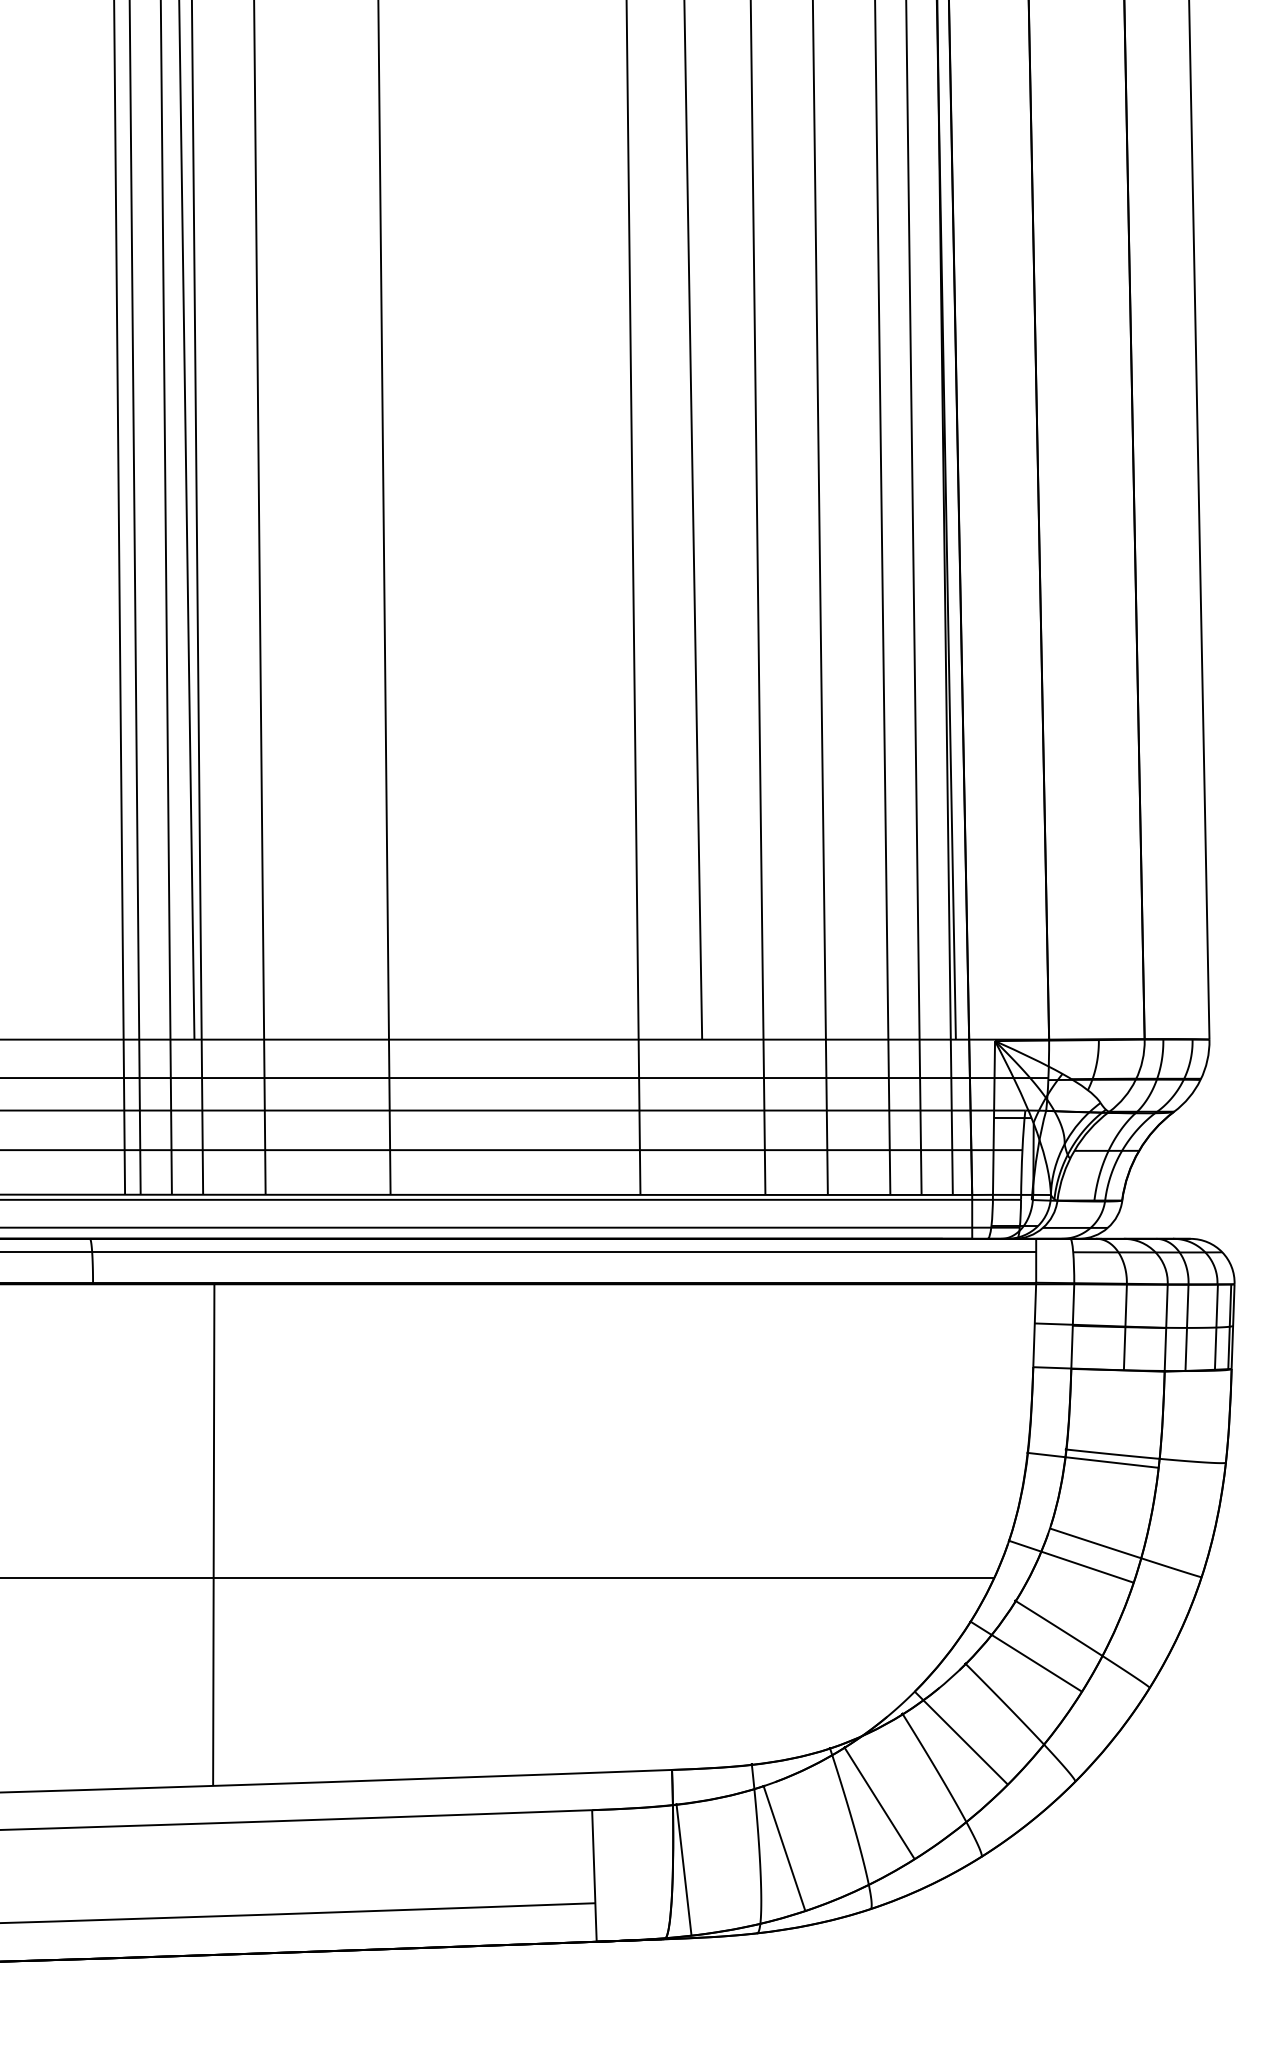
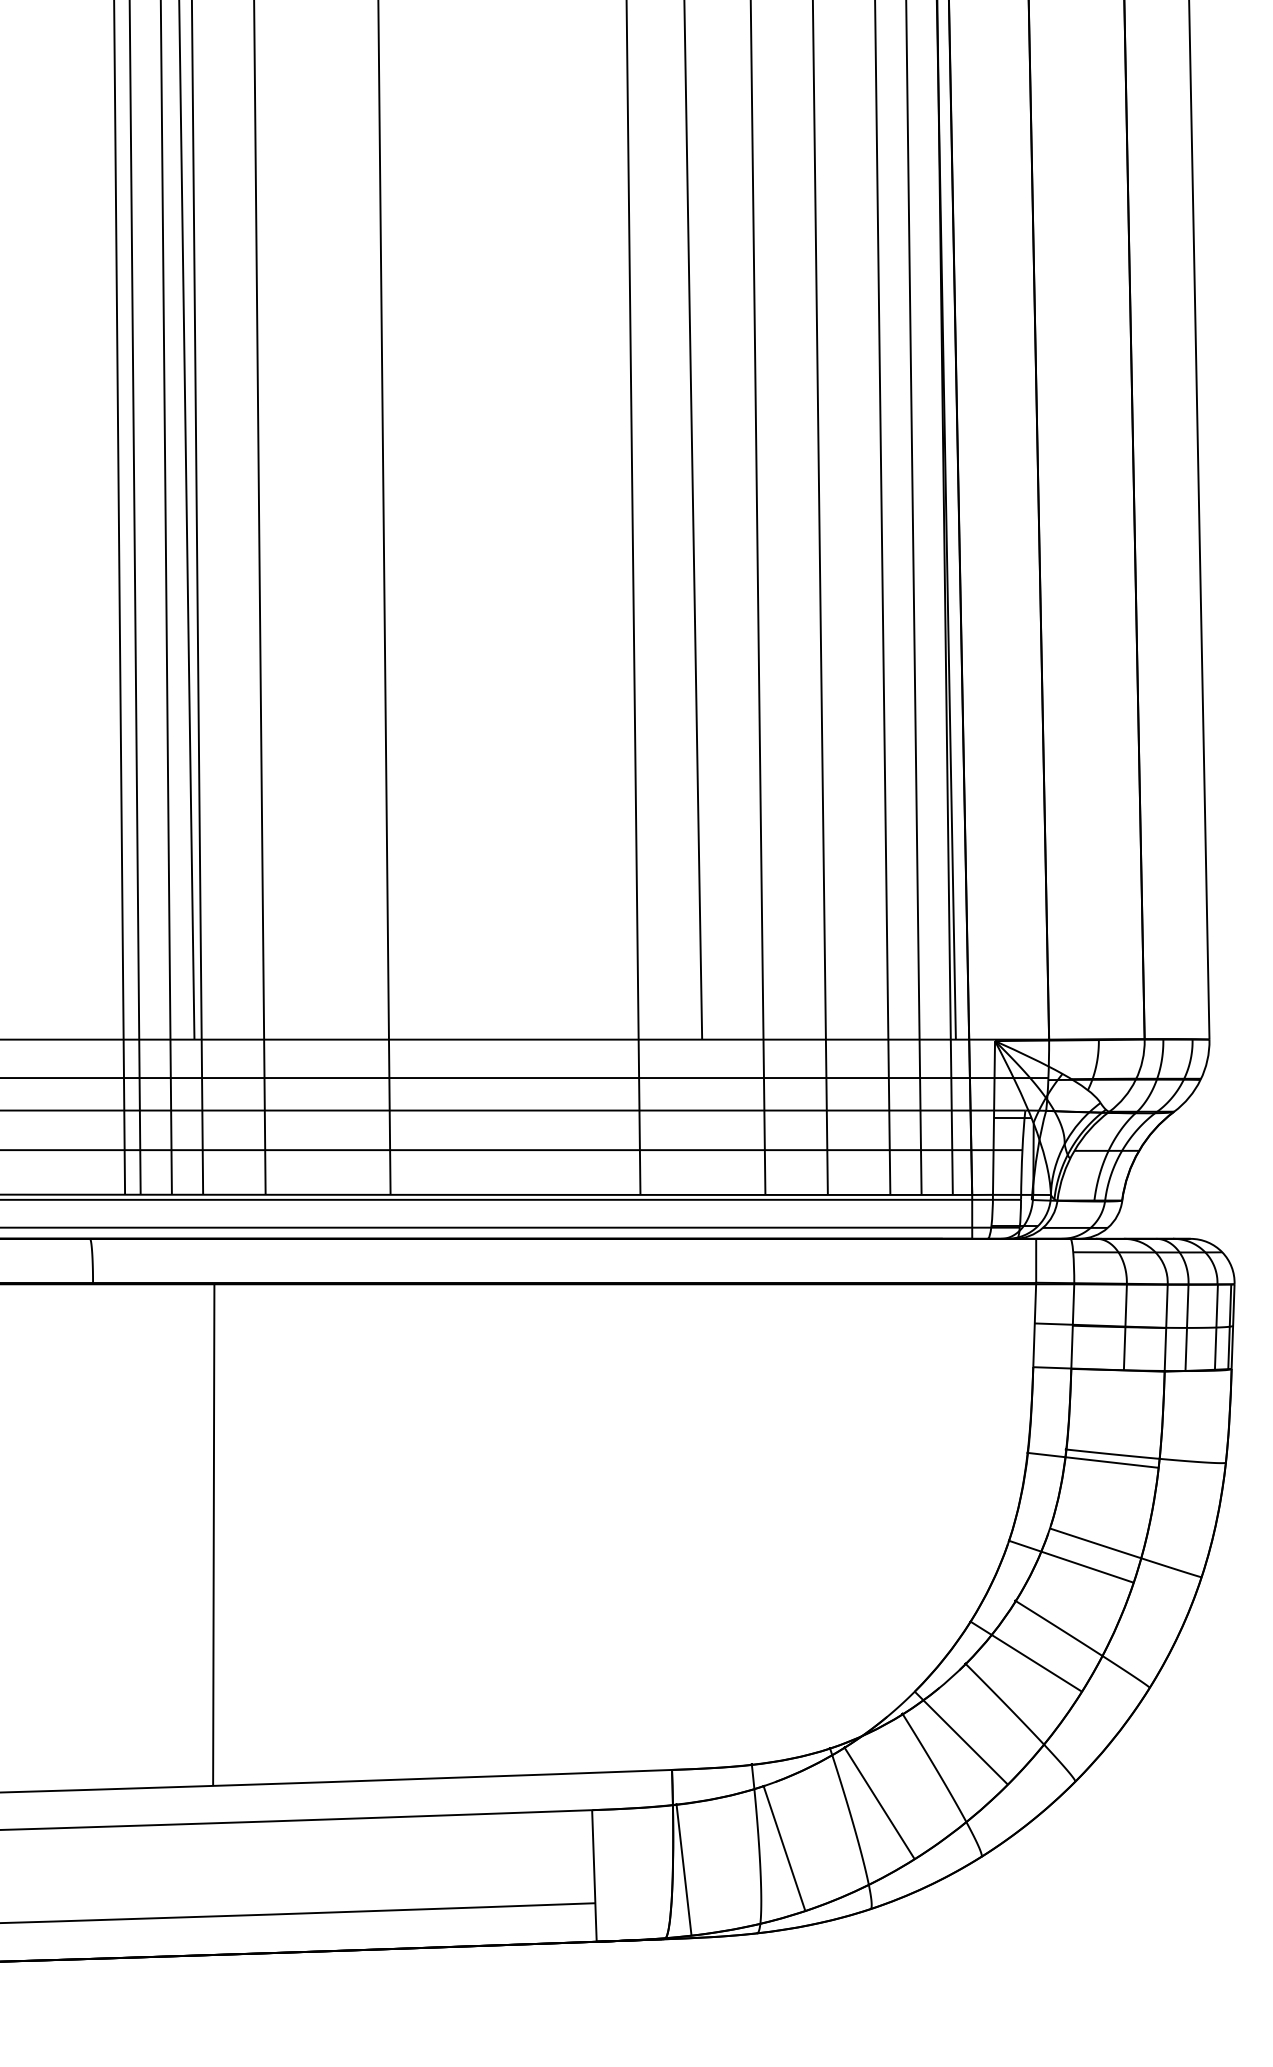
line at (519, 1251): present -> none
line at (498, 1578): present -> none
